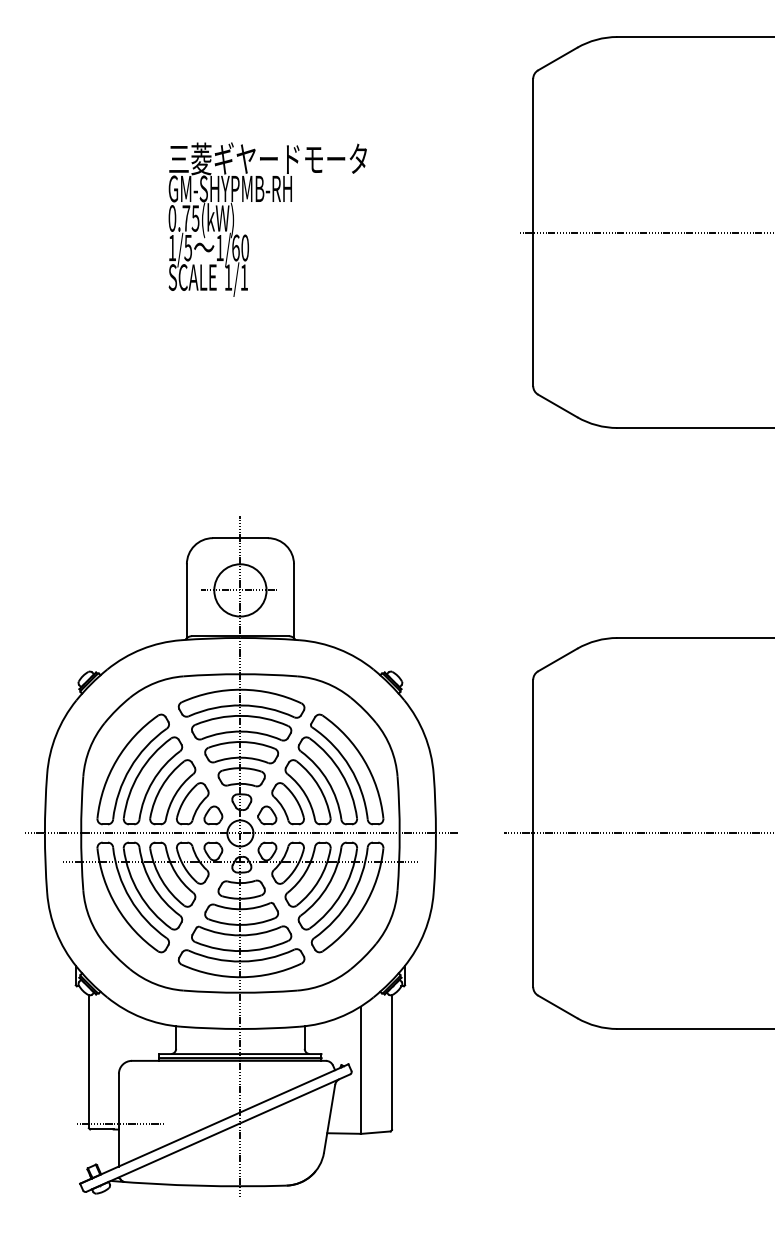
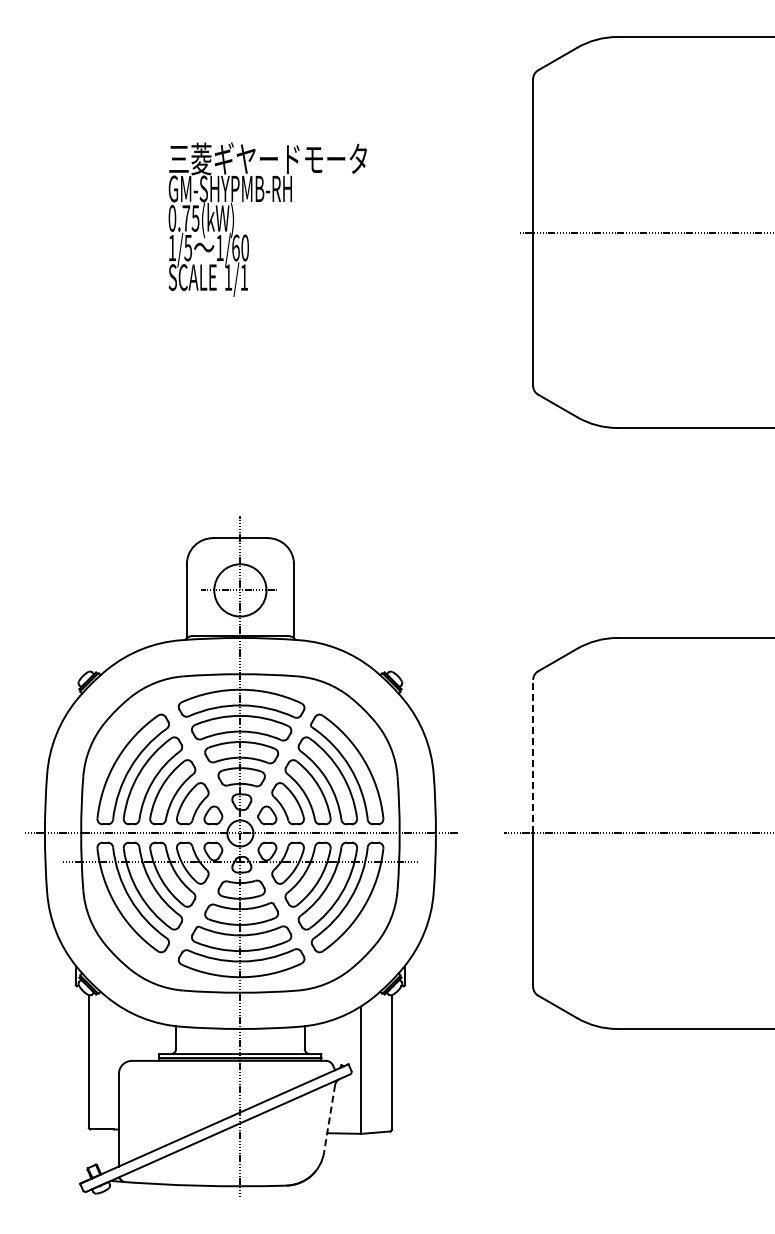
line at (533, 756): solid -> dashed
line at (329, 1119): solid -> dashed
line at (119, 1123): present -> none
